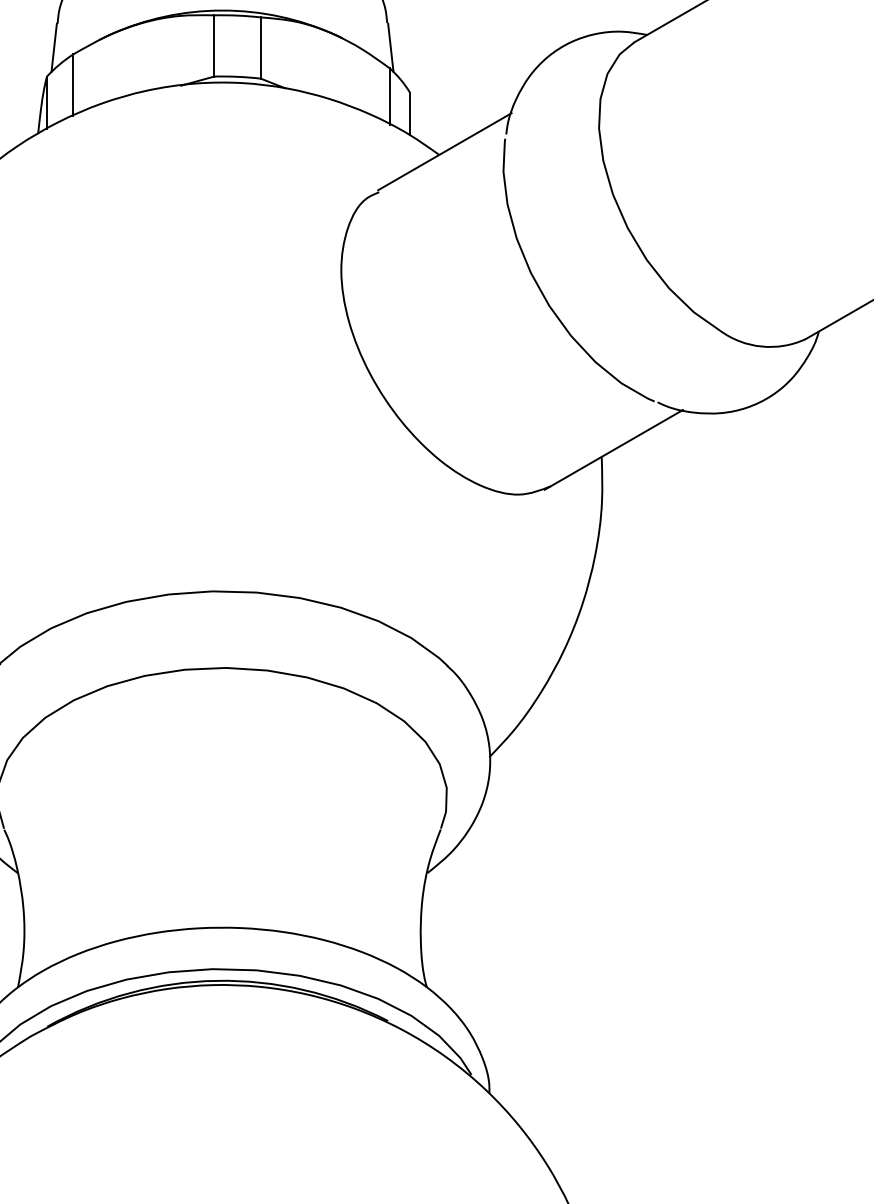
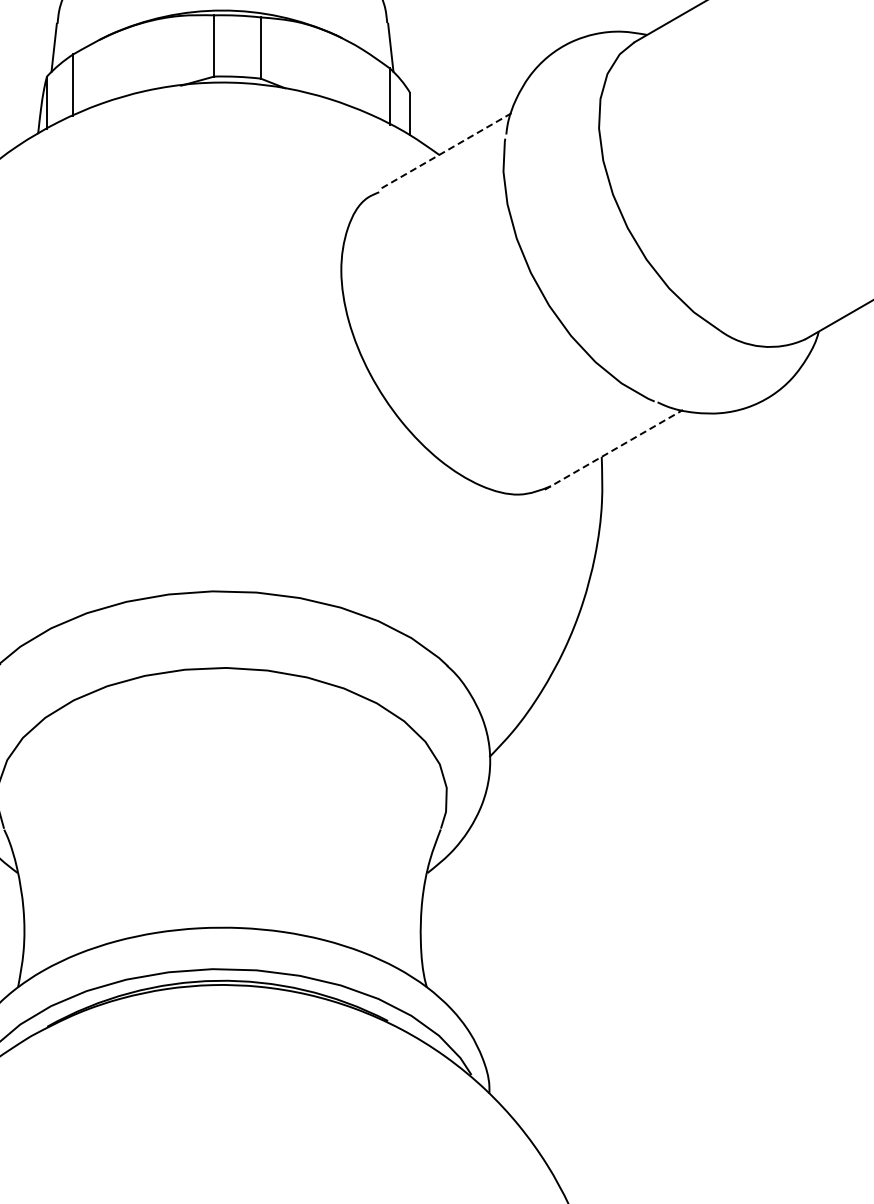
line at (444, 151): solid -> dashed
line at (613, 449): solid -> dashed
